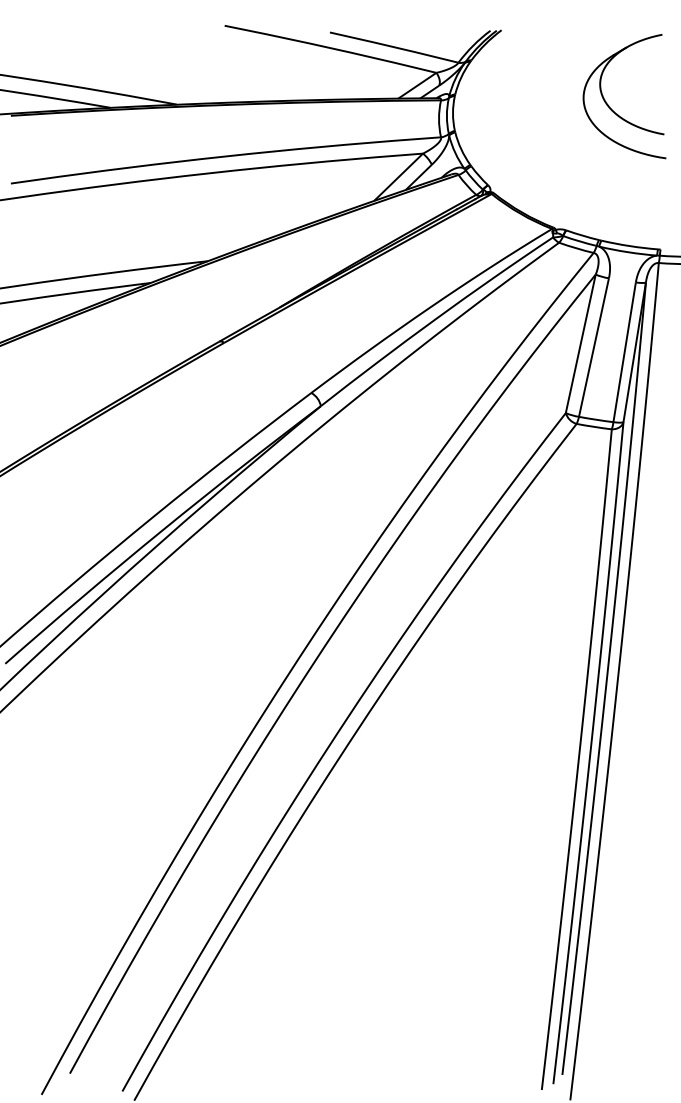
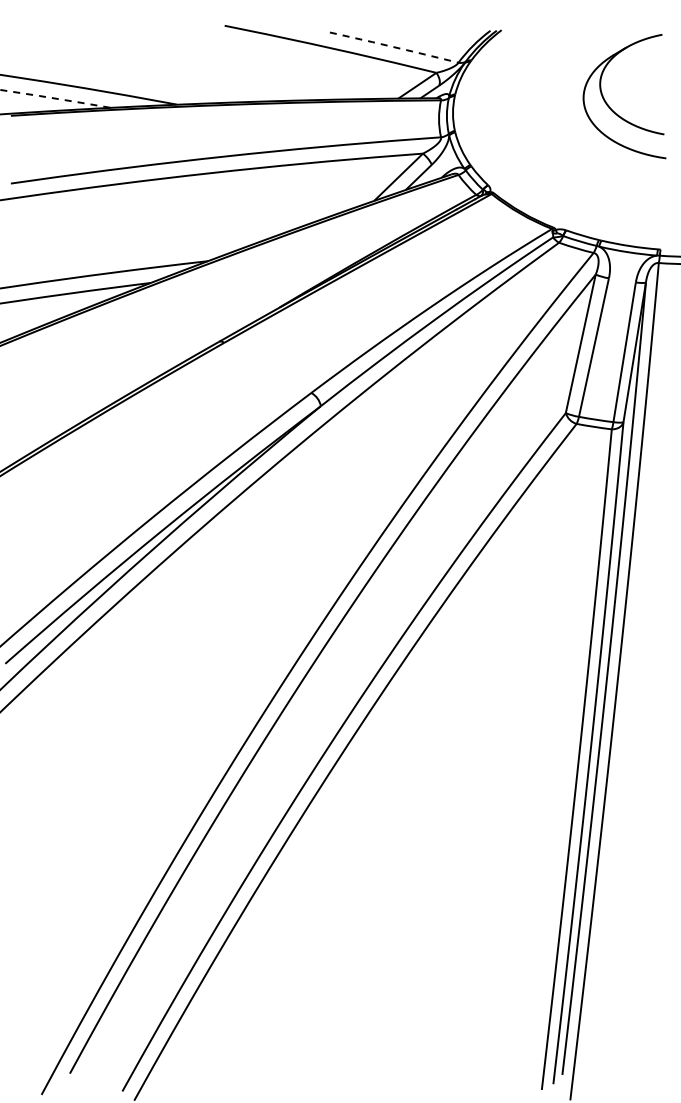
line at (394, 47): solid -> dashed
line at (55, 98): solid -> dashed
